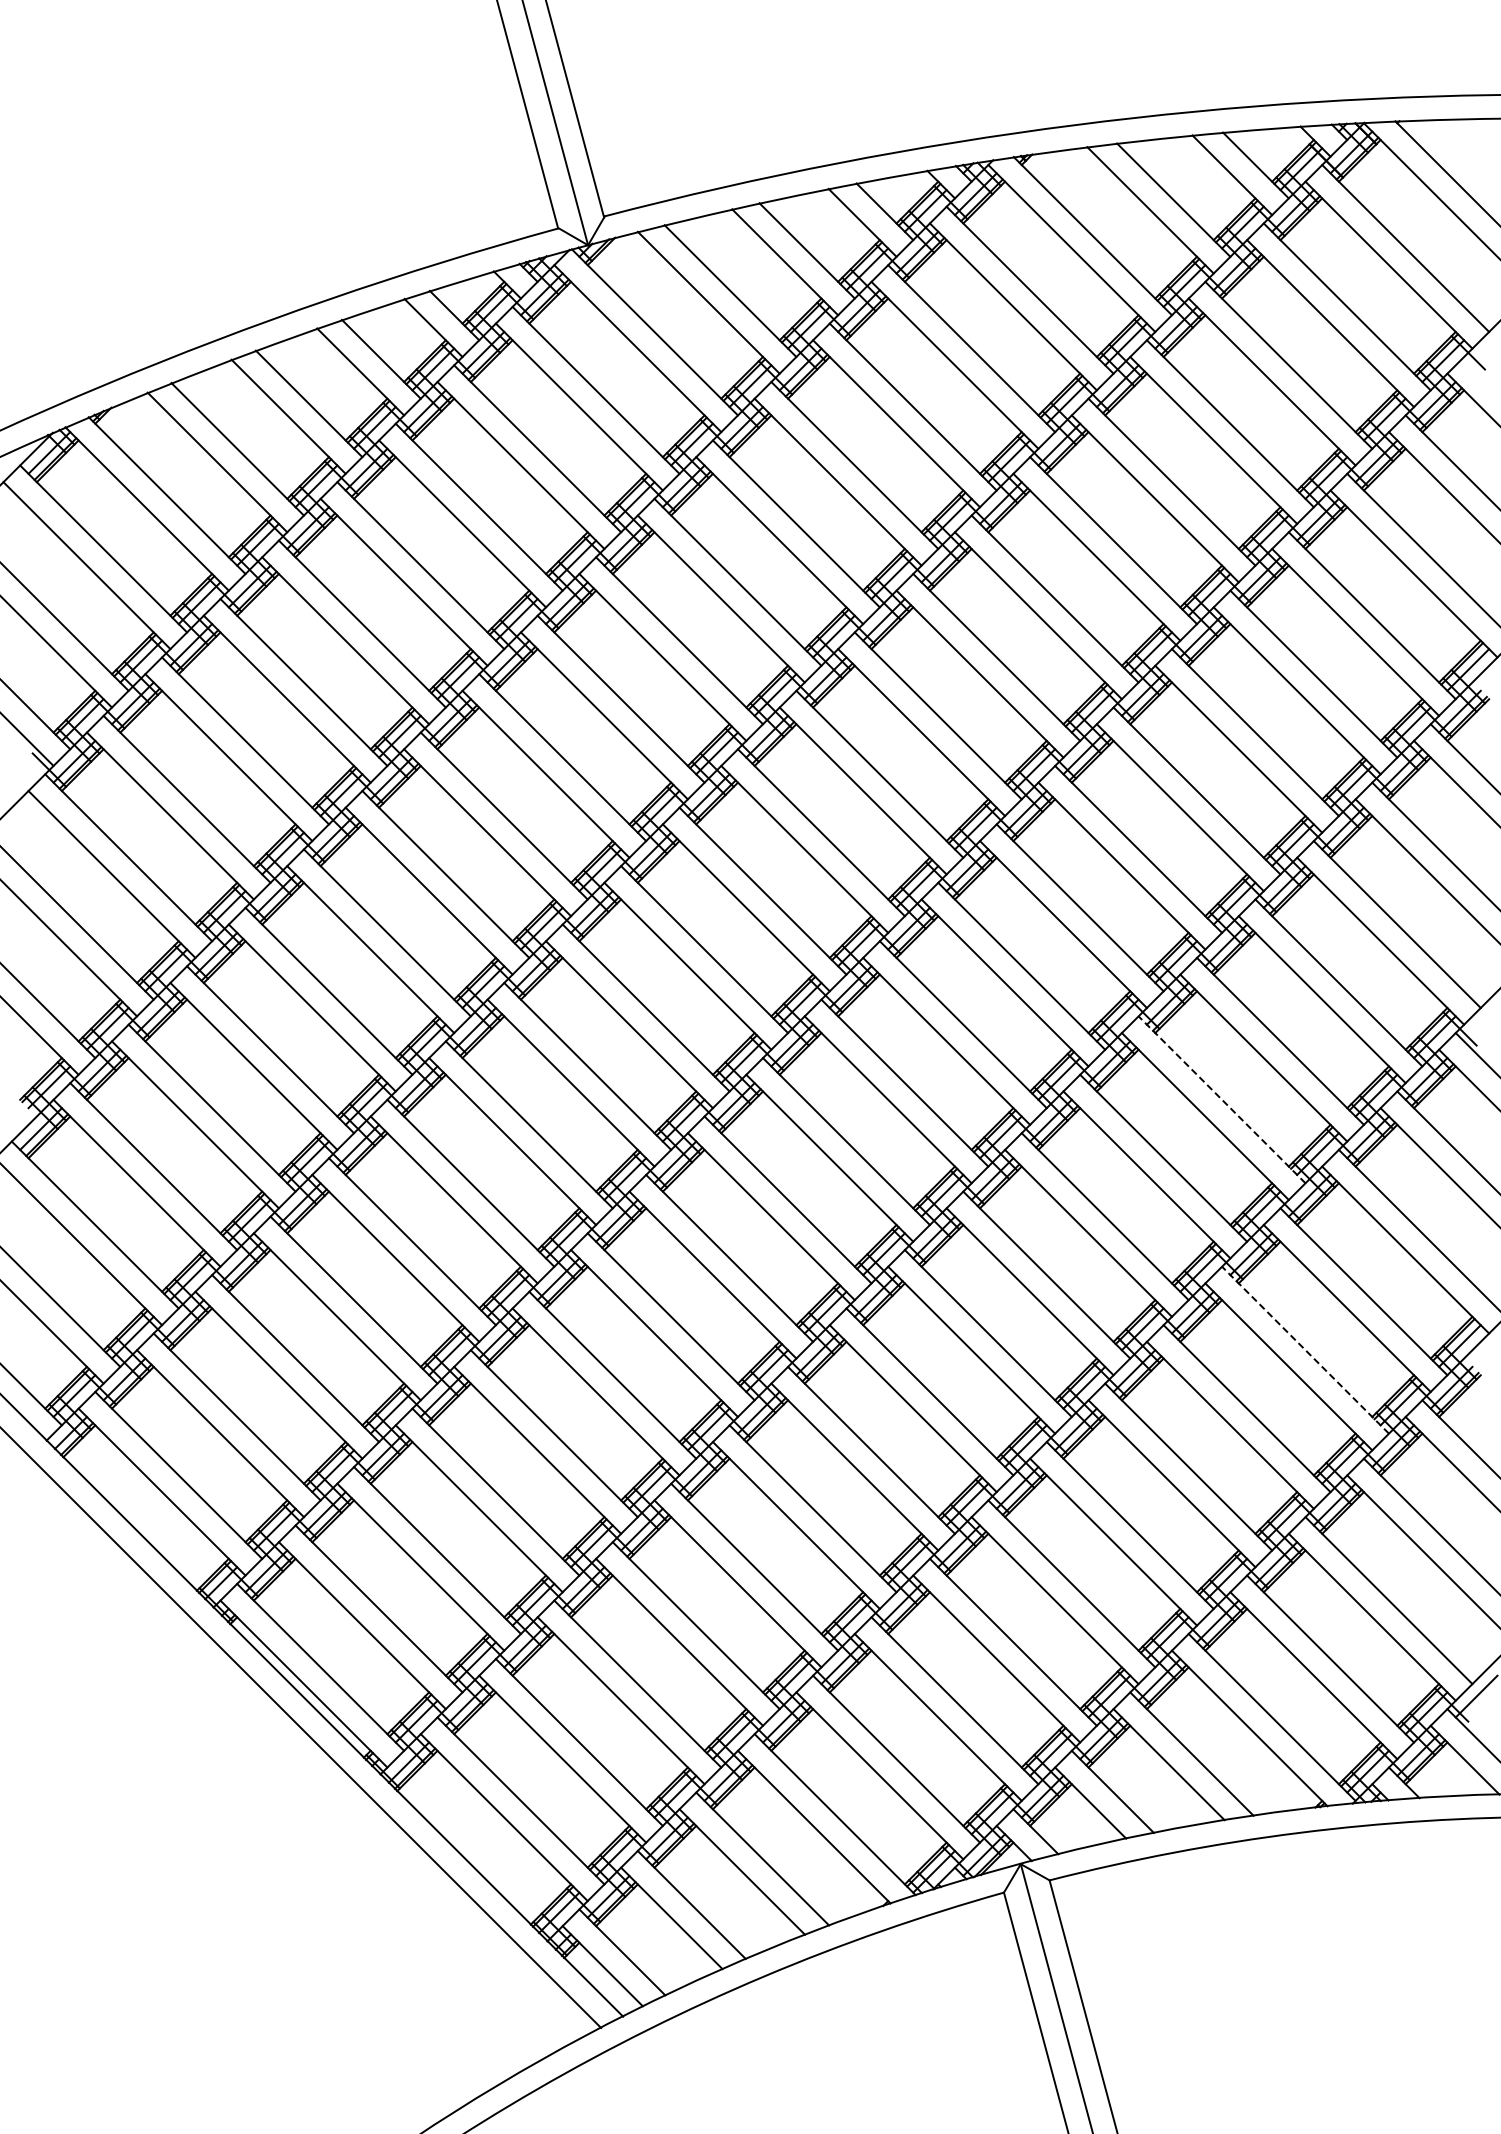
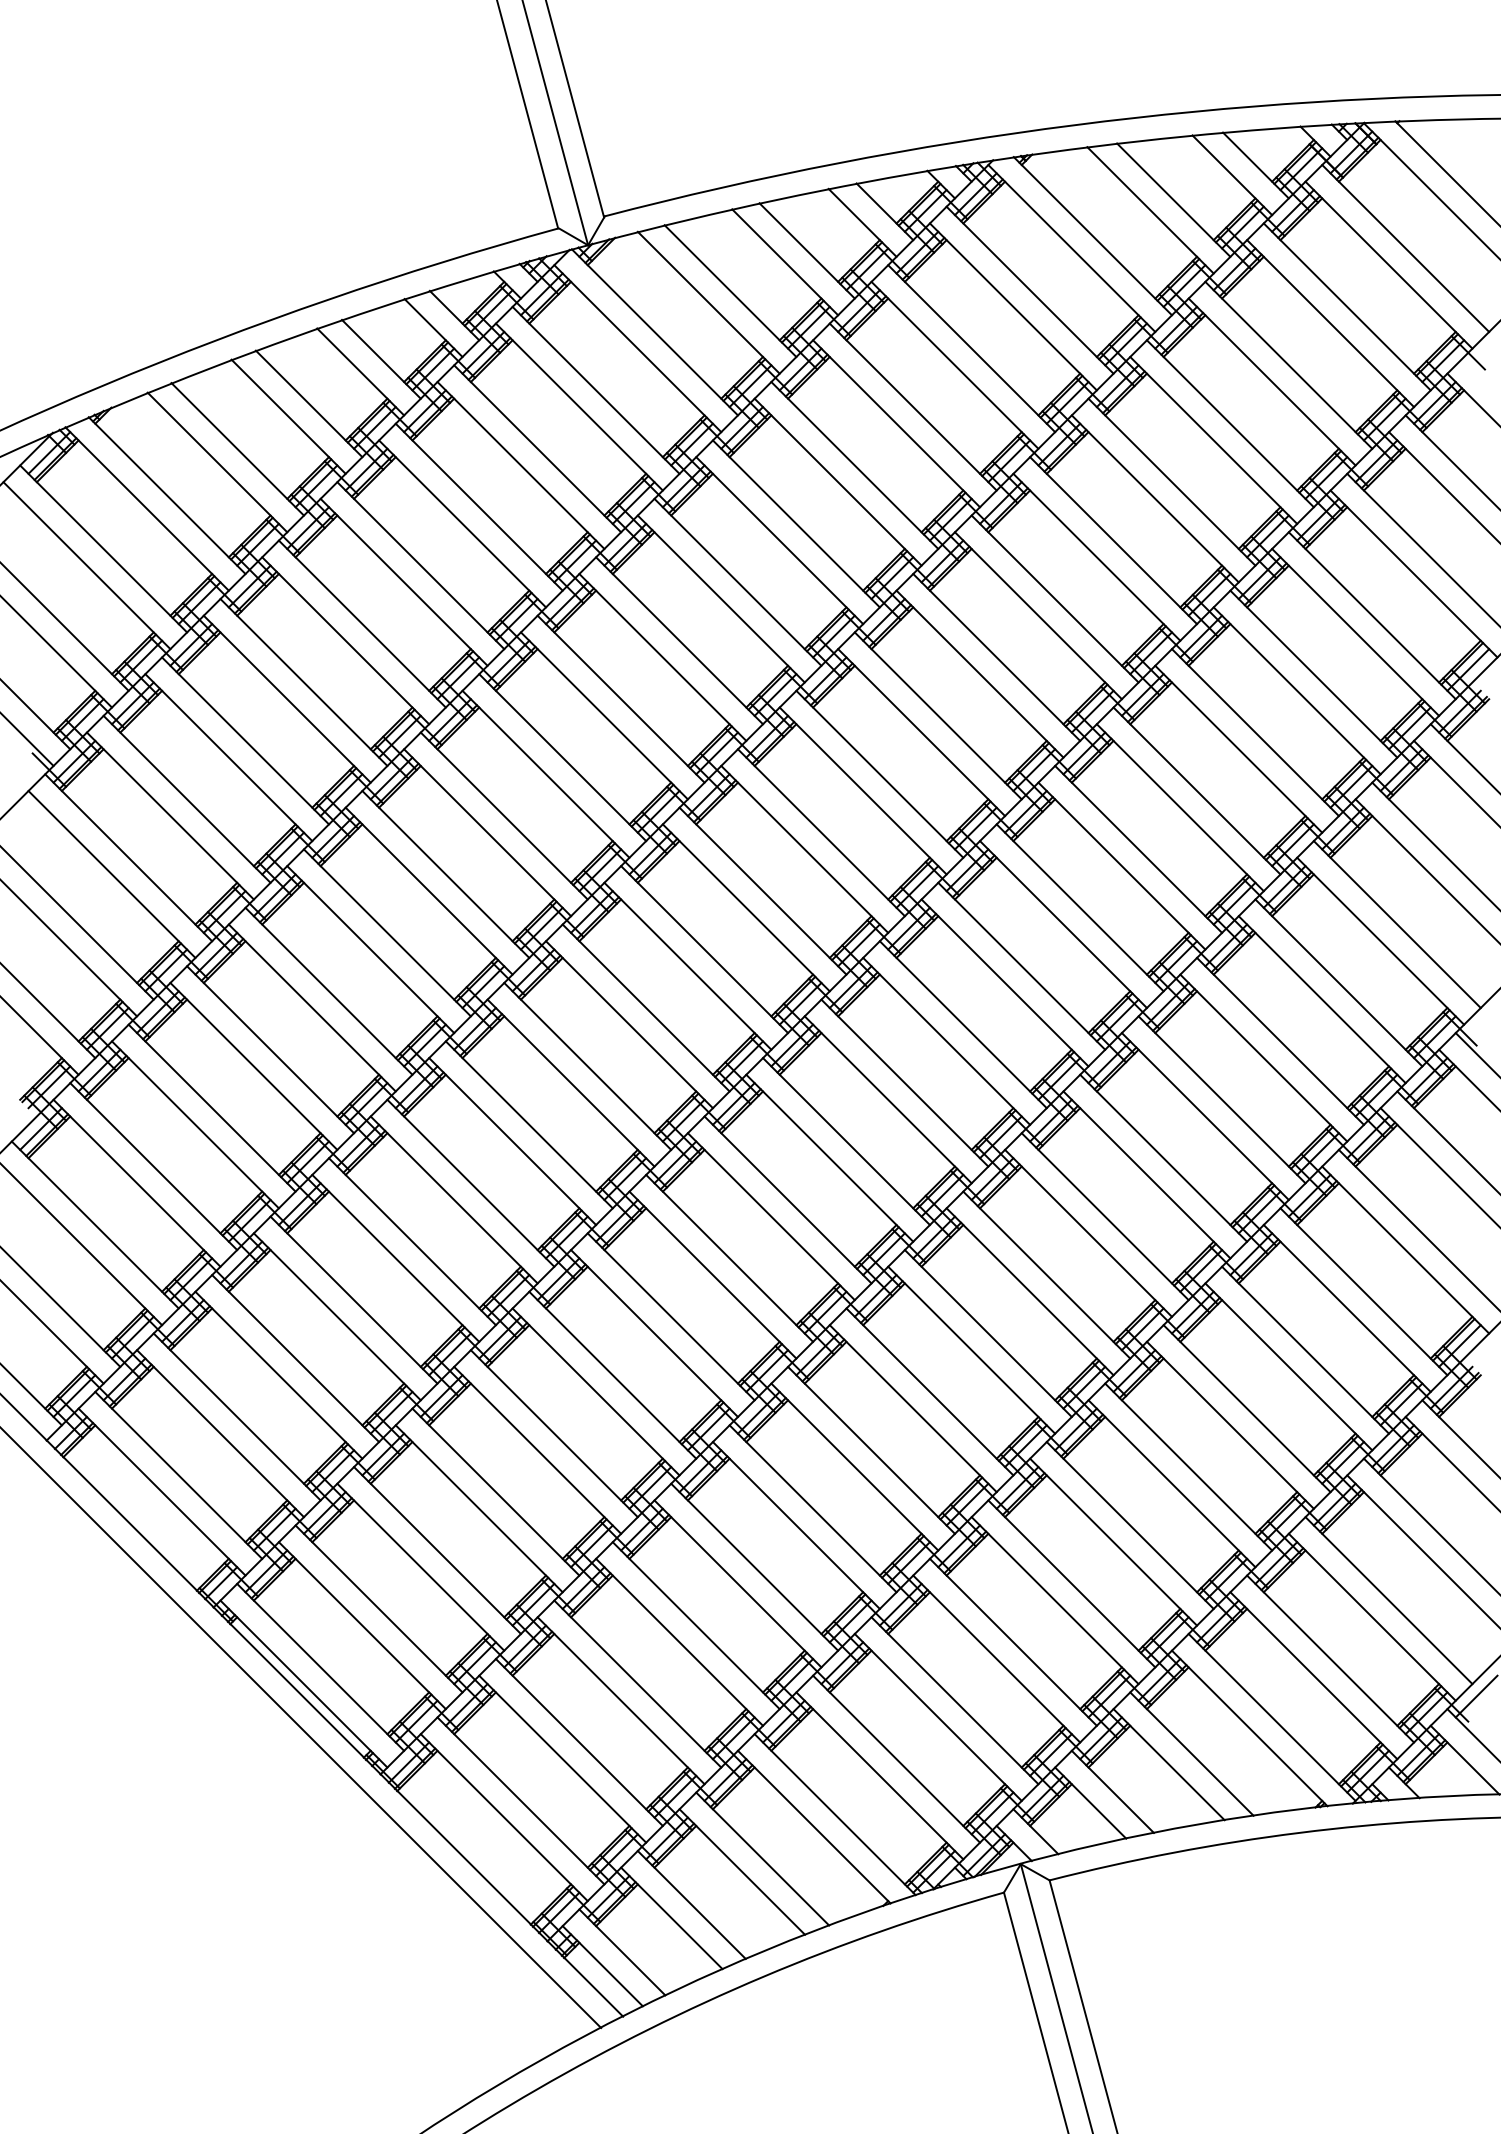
line at (1221, 1099): dashed -> solid
line at (1305, 1349): dashed -> solid
